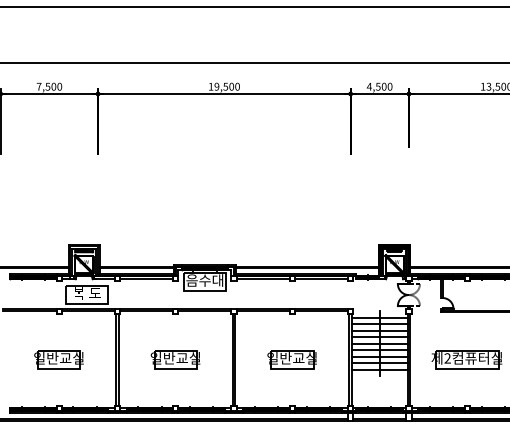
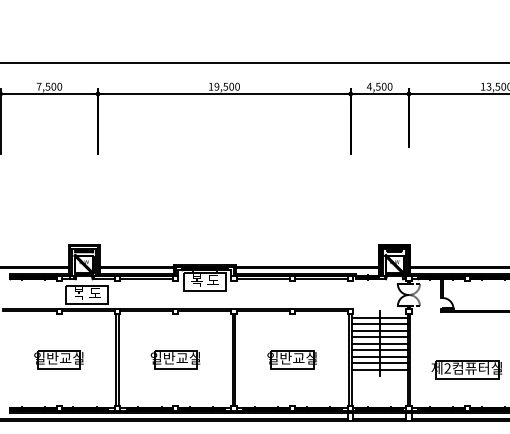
line at (254, 7): present -> none
text at (204, 280): 음수대 -> 복 도
part at (466, 359) position: (466, 359) -> (466, 369)
